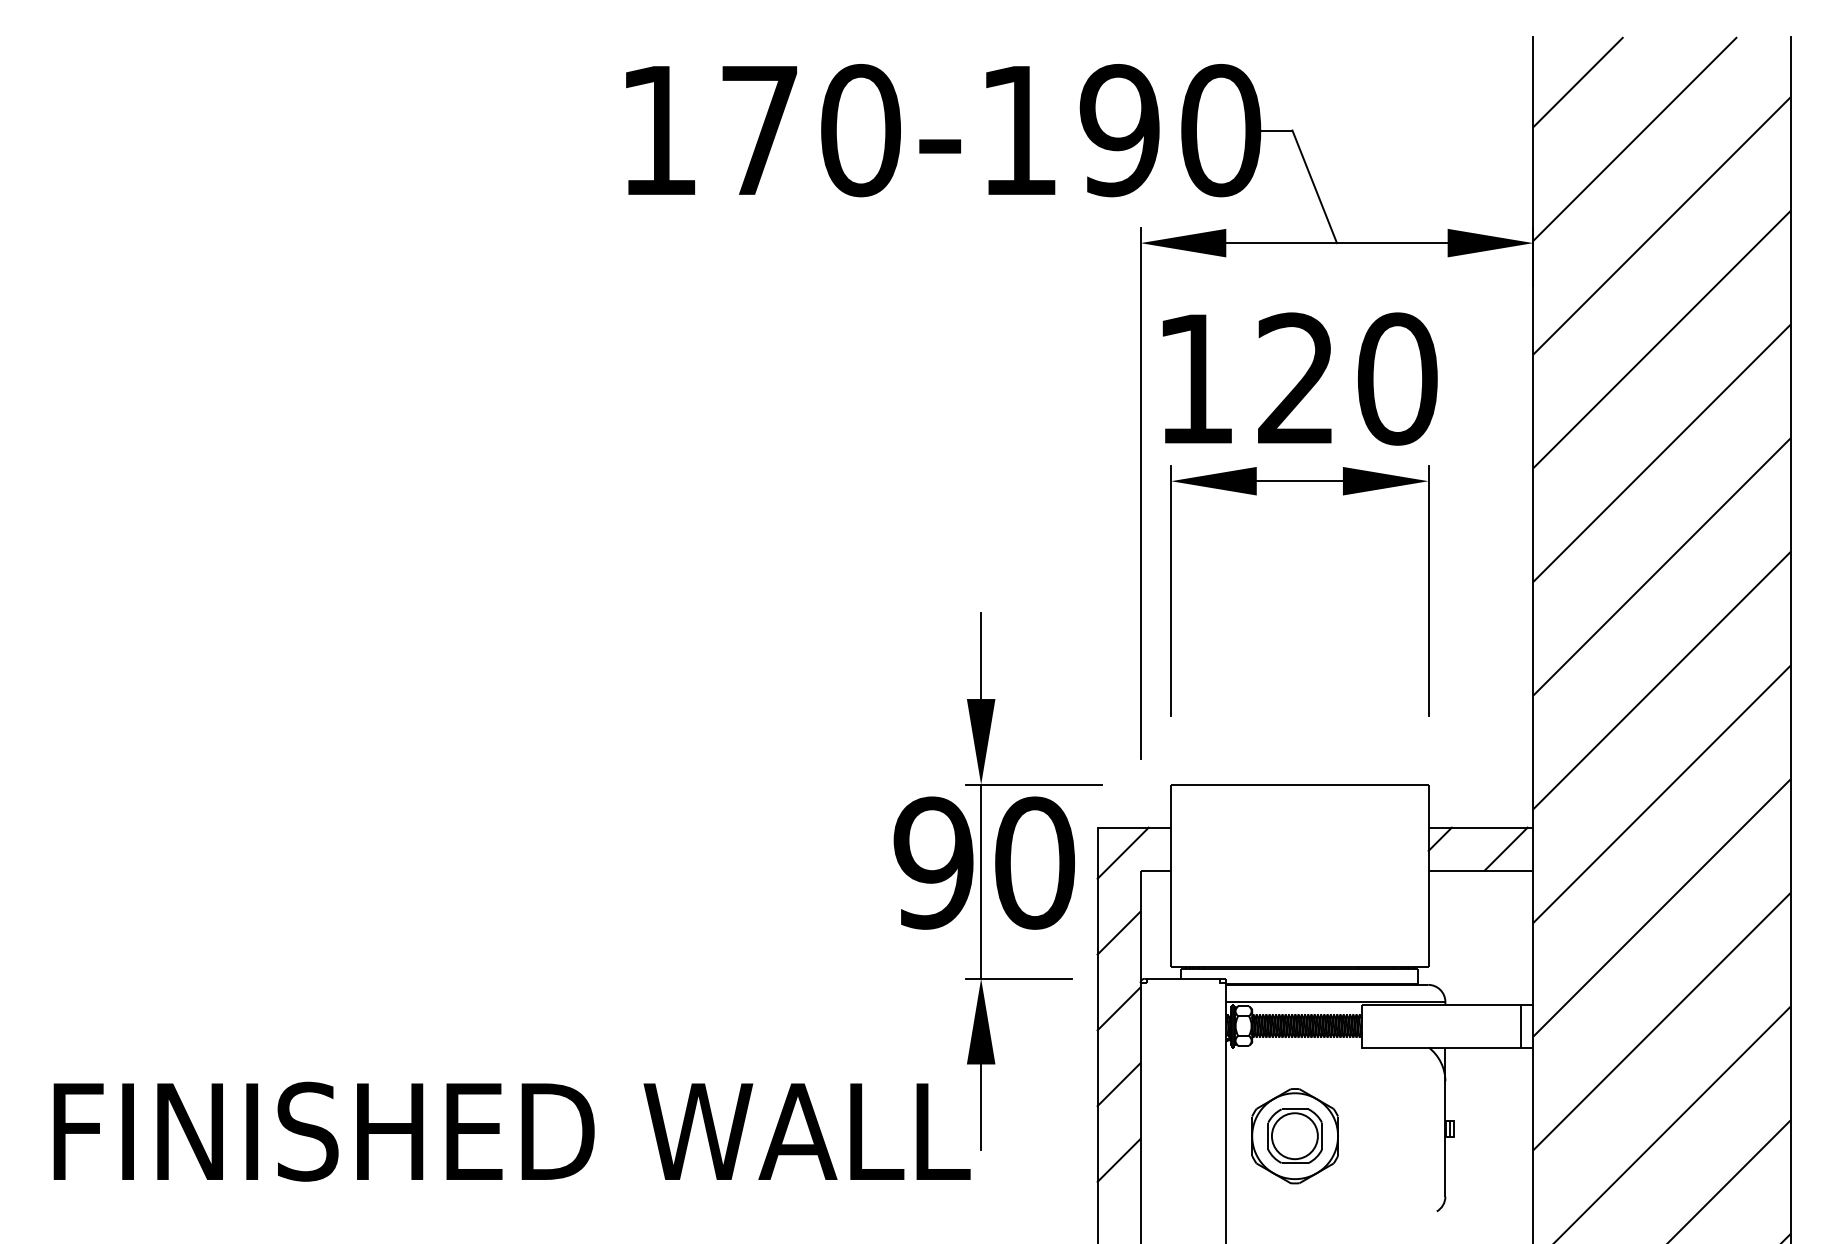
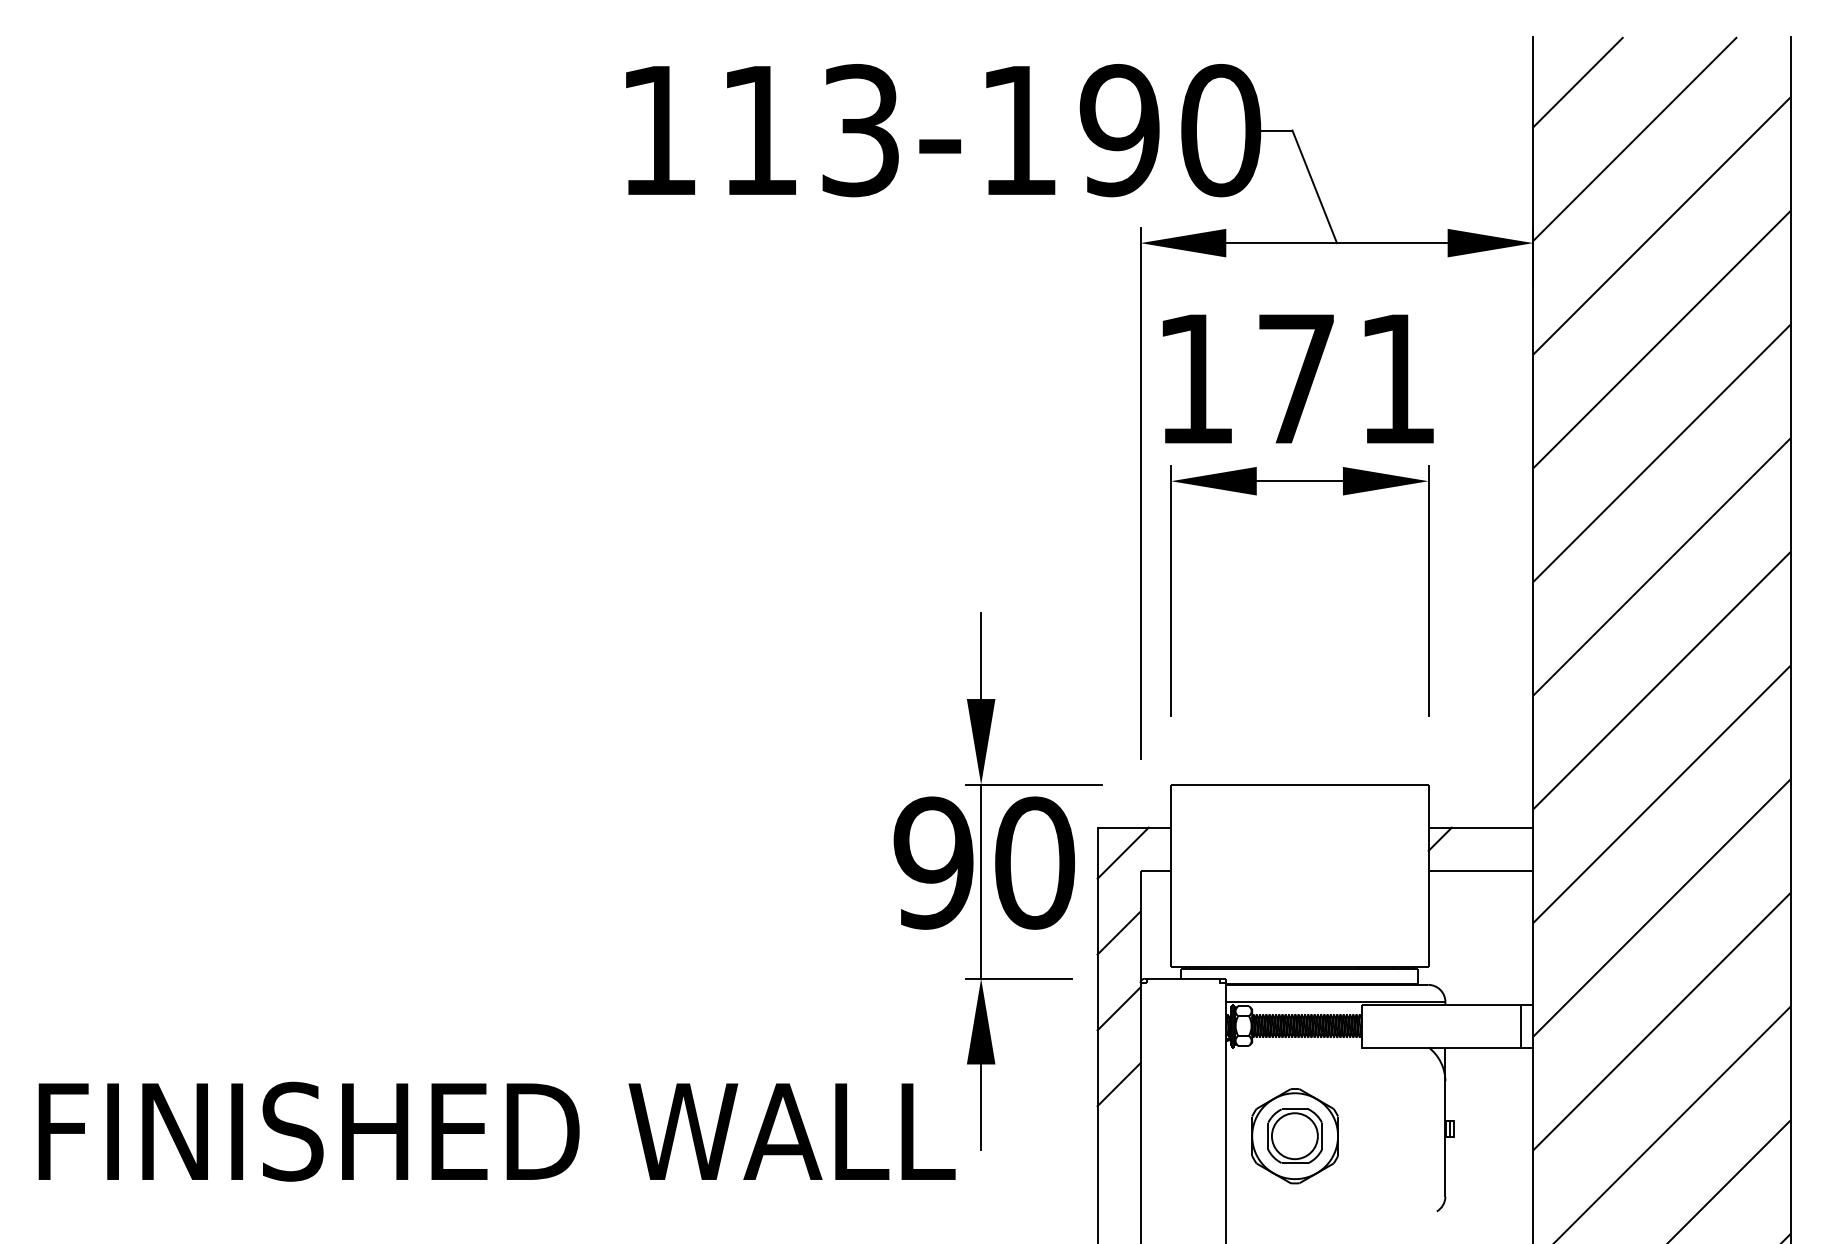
text at (811, 130): 170-190 -> 113-190
text at (1347, 378): 120 -> 171
line at (1505, 848): present -> none
text at (511, 1131) position: (511, 1131) -> (496, 1131)
line at (1118, 1159): present -> none
